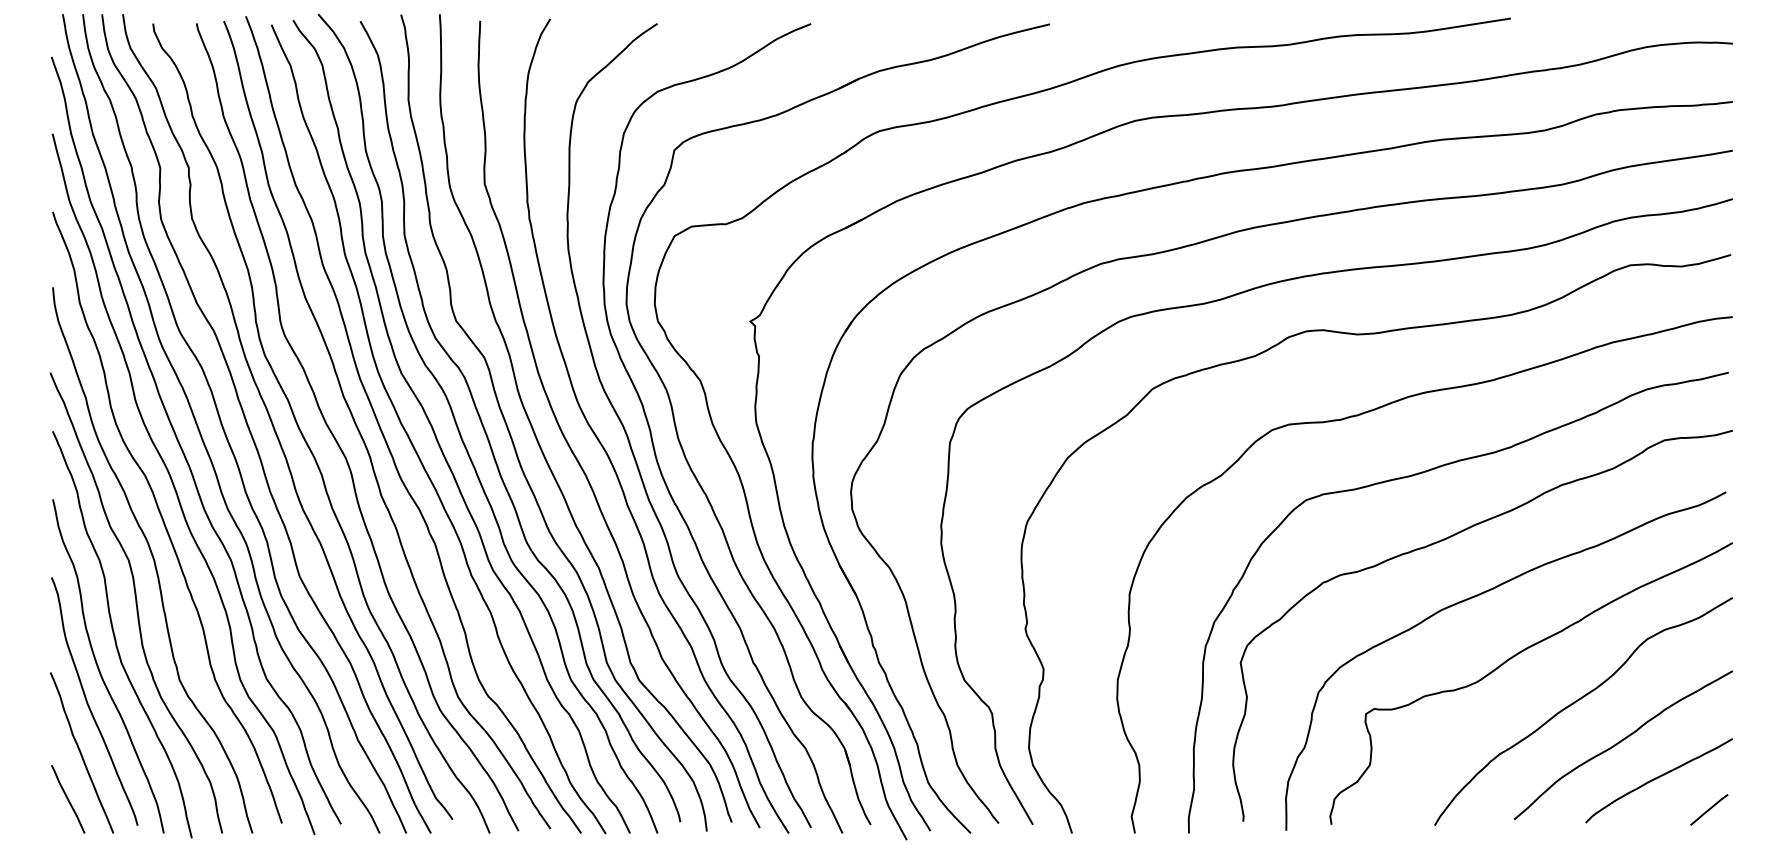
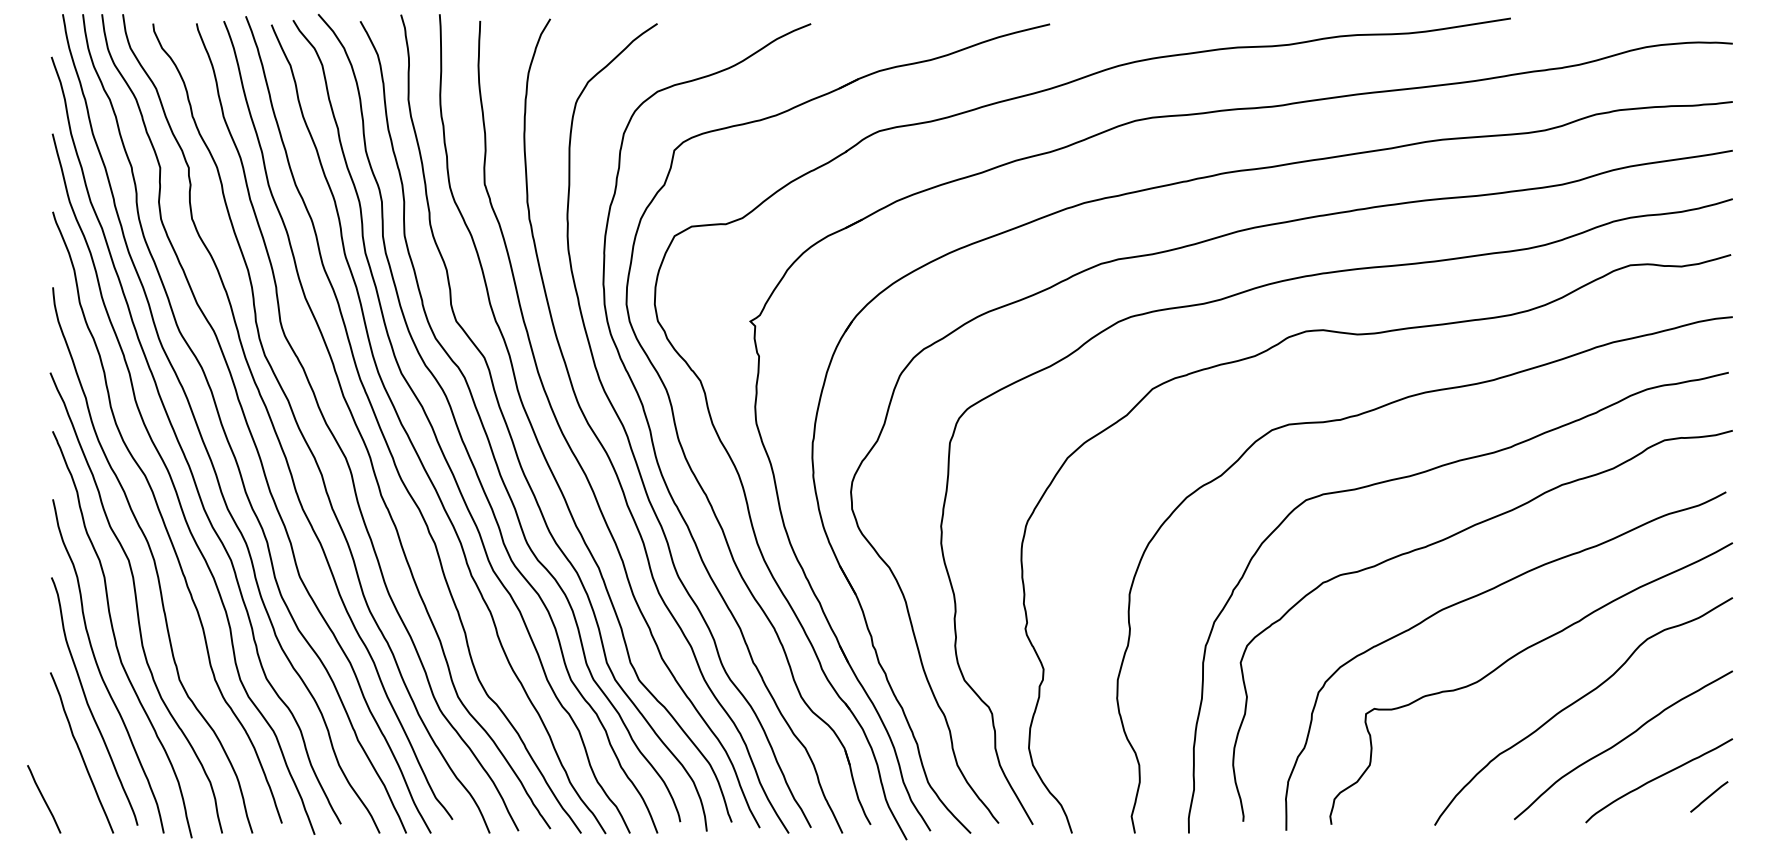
line at (68, 799) position: (68, 799) -> (44, 799)
line at (1709, 809) position: (1709, 809) -> (1709, 796)
